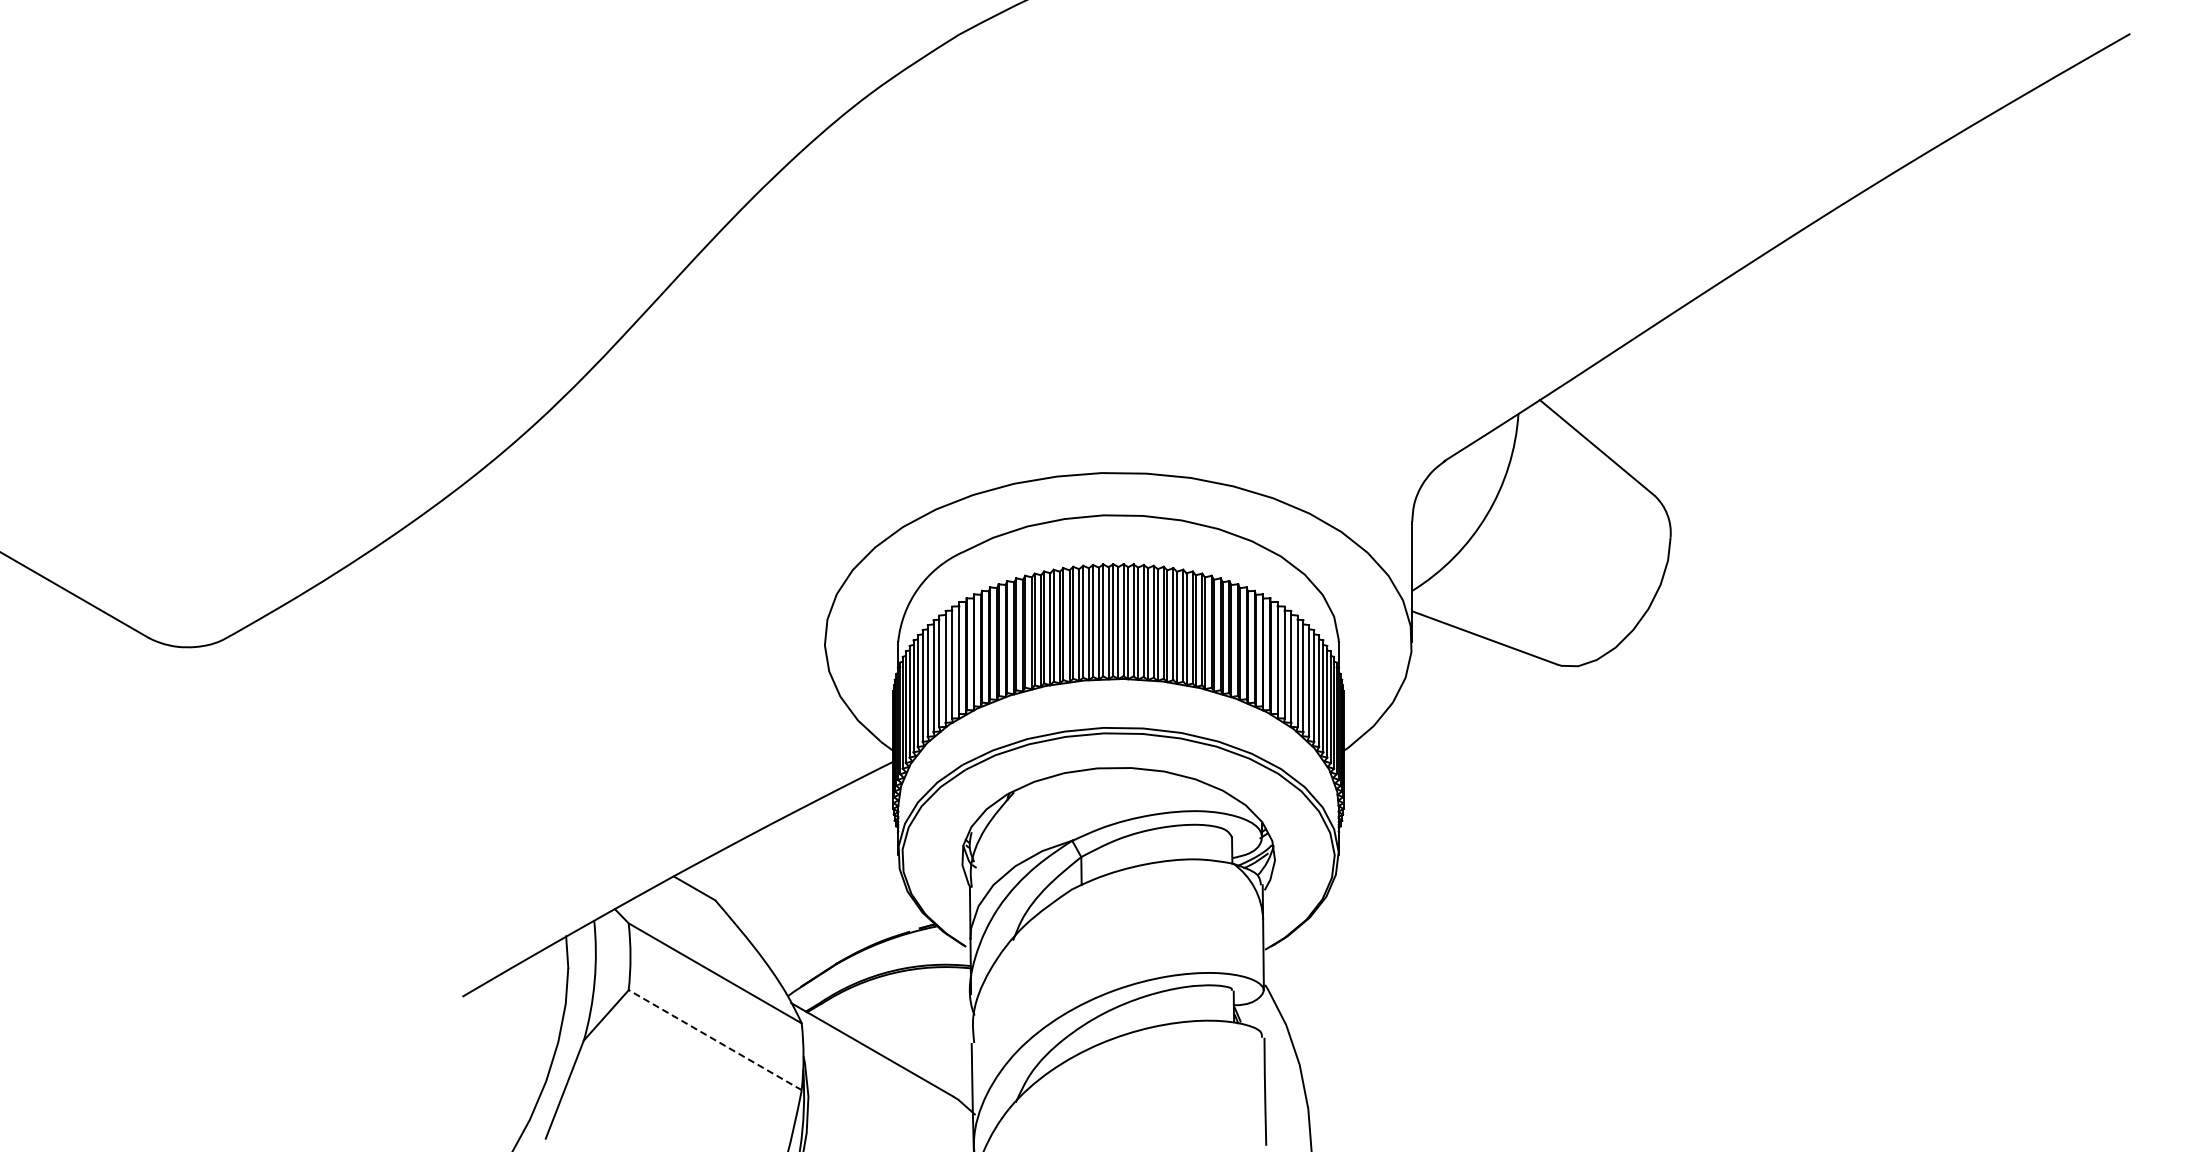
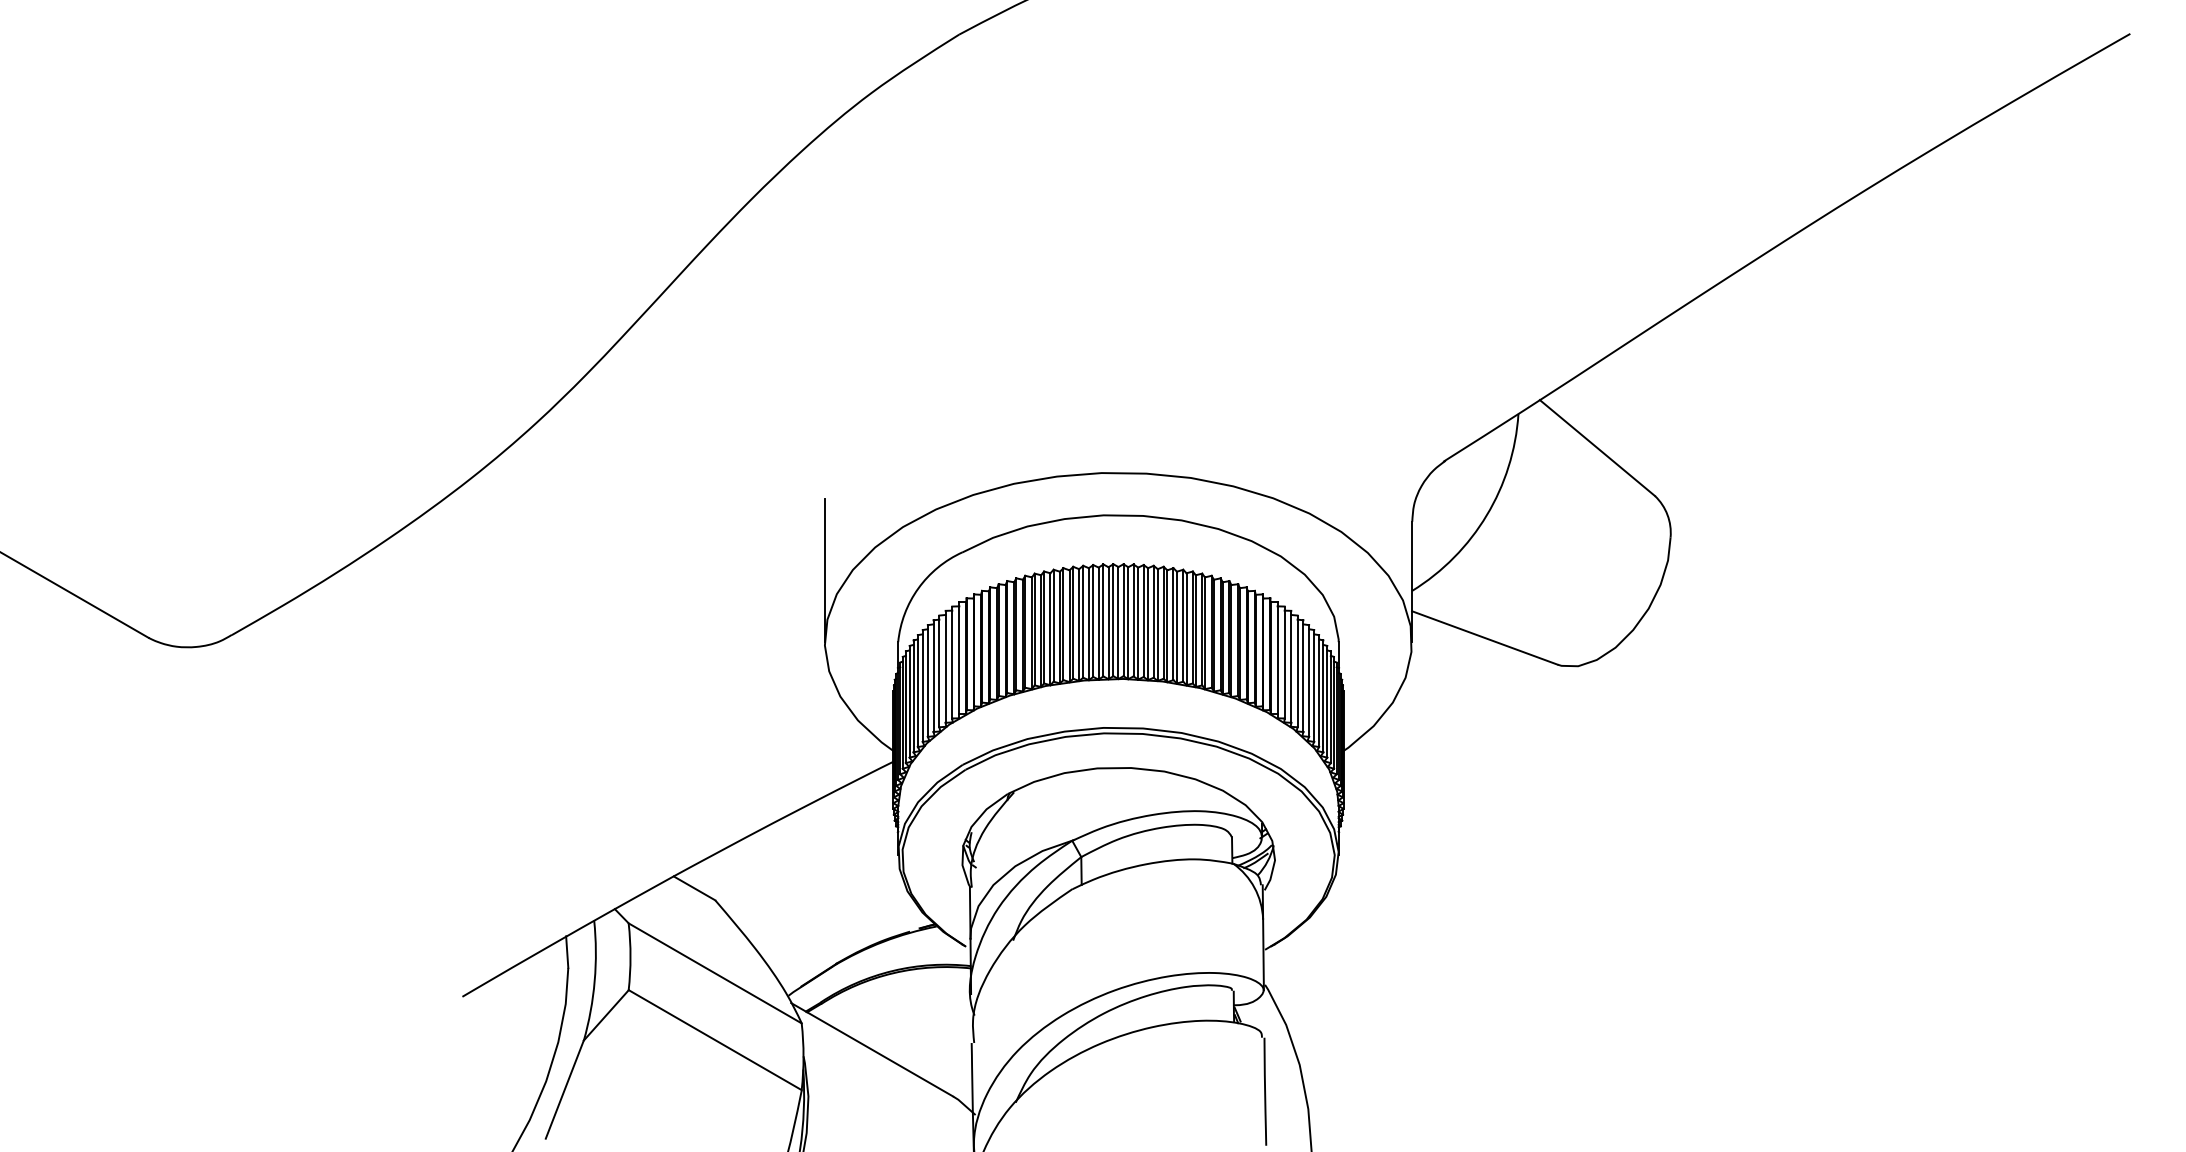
line at (824, 570): none -> present
line at (715, 1040): dashed -> solid
